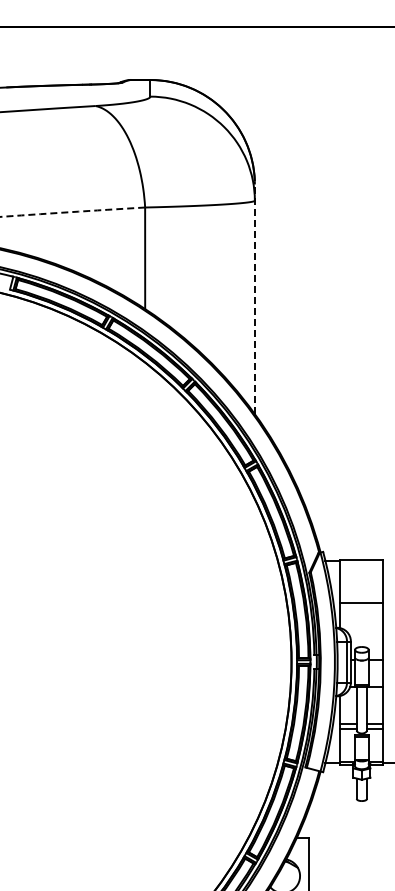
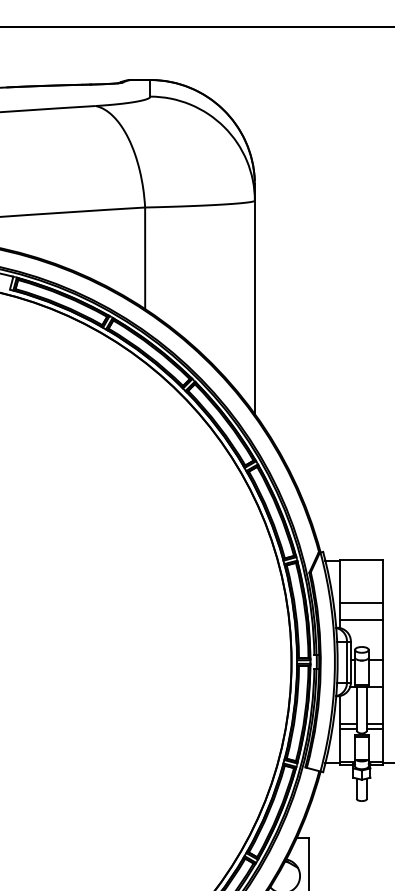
arc at (71, 212): dashed -> solid
line at (254, 299): dashed -> solid
line at (361, 620): none -> present
